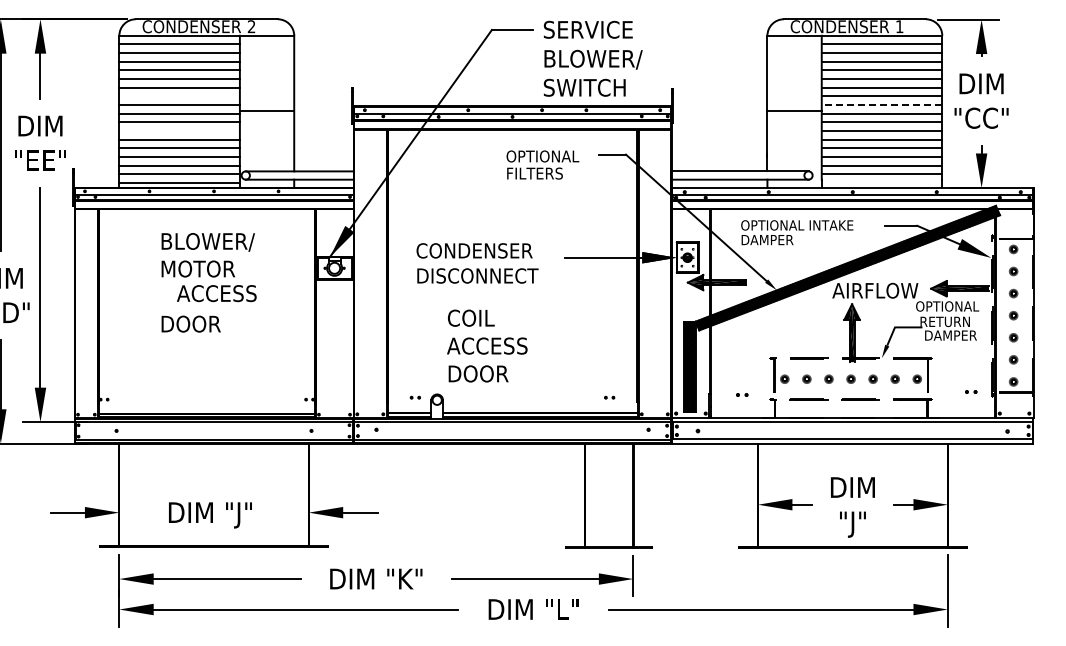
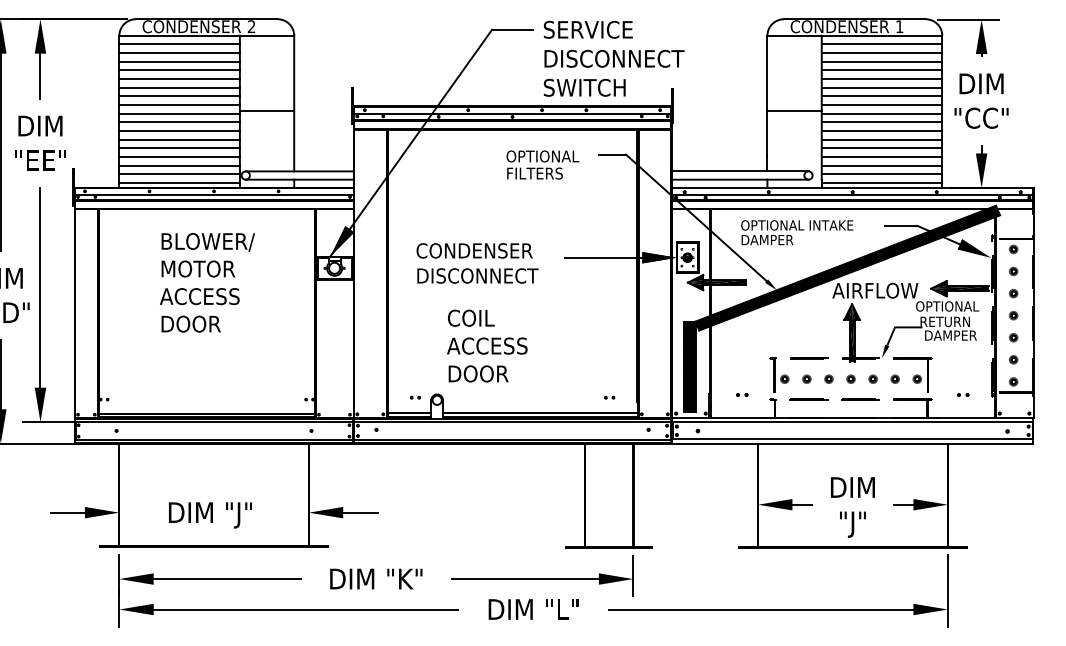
text at (615, 59): BLOWER/ -> DISCONNECT
line at (179, 96): none -> present
line at (881, 105): dashed -> solid
line at (179, 131): none -> present
line at (881, 183): none -> present
text at (216, 293) position: (216, 293) -> (199, 296)
part at (971, 391) position: (971, 391) -> (963, 394)
